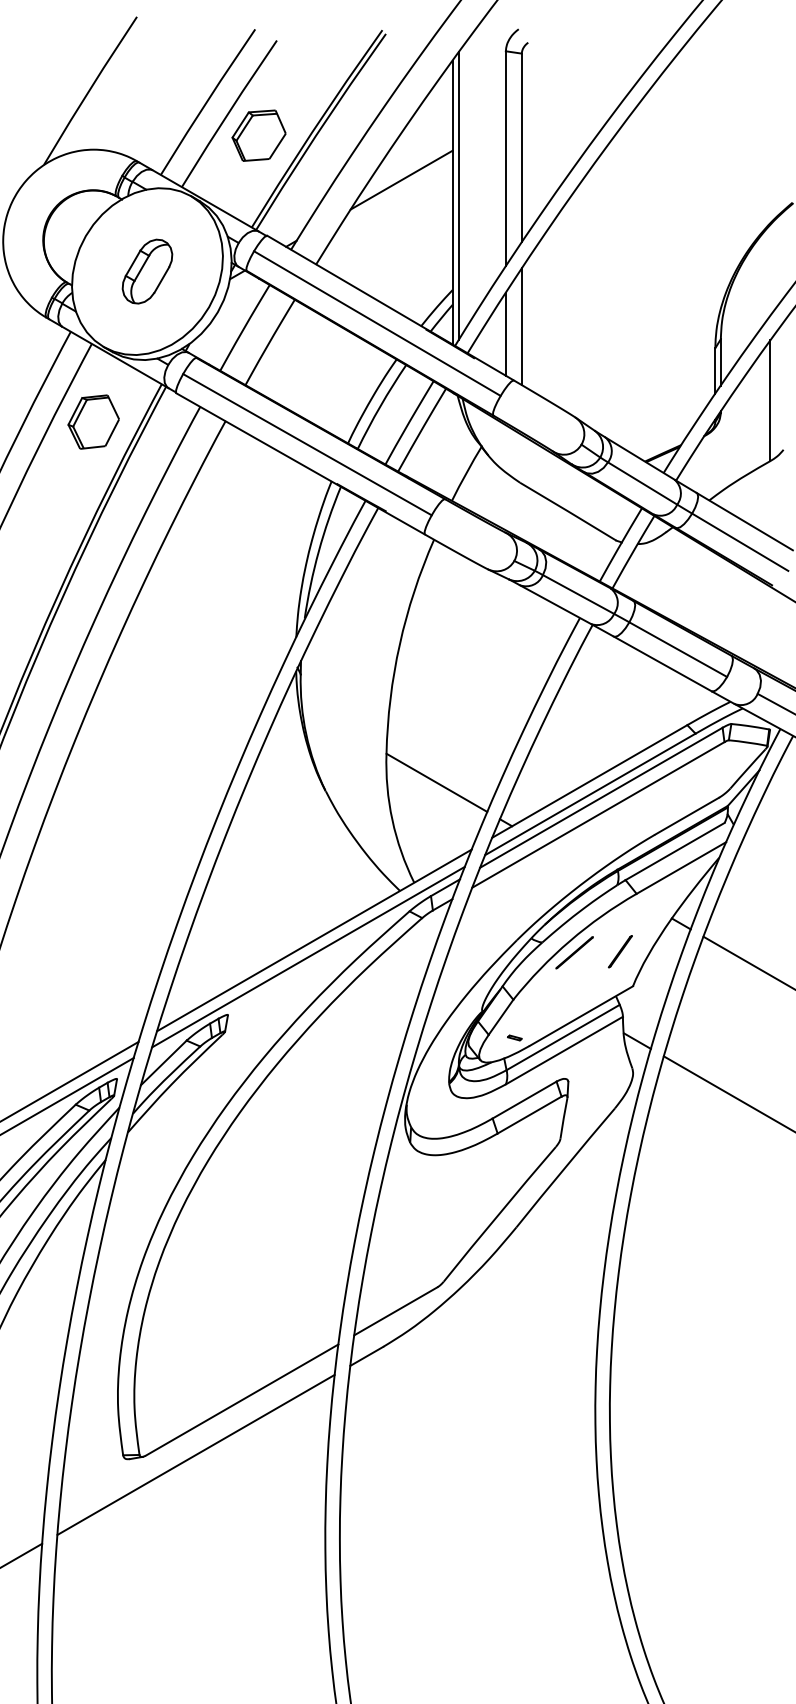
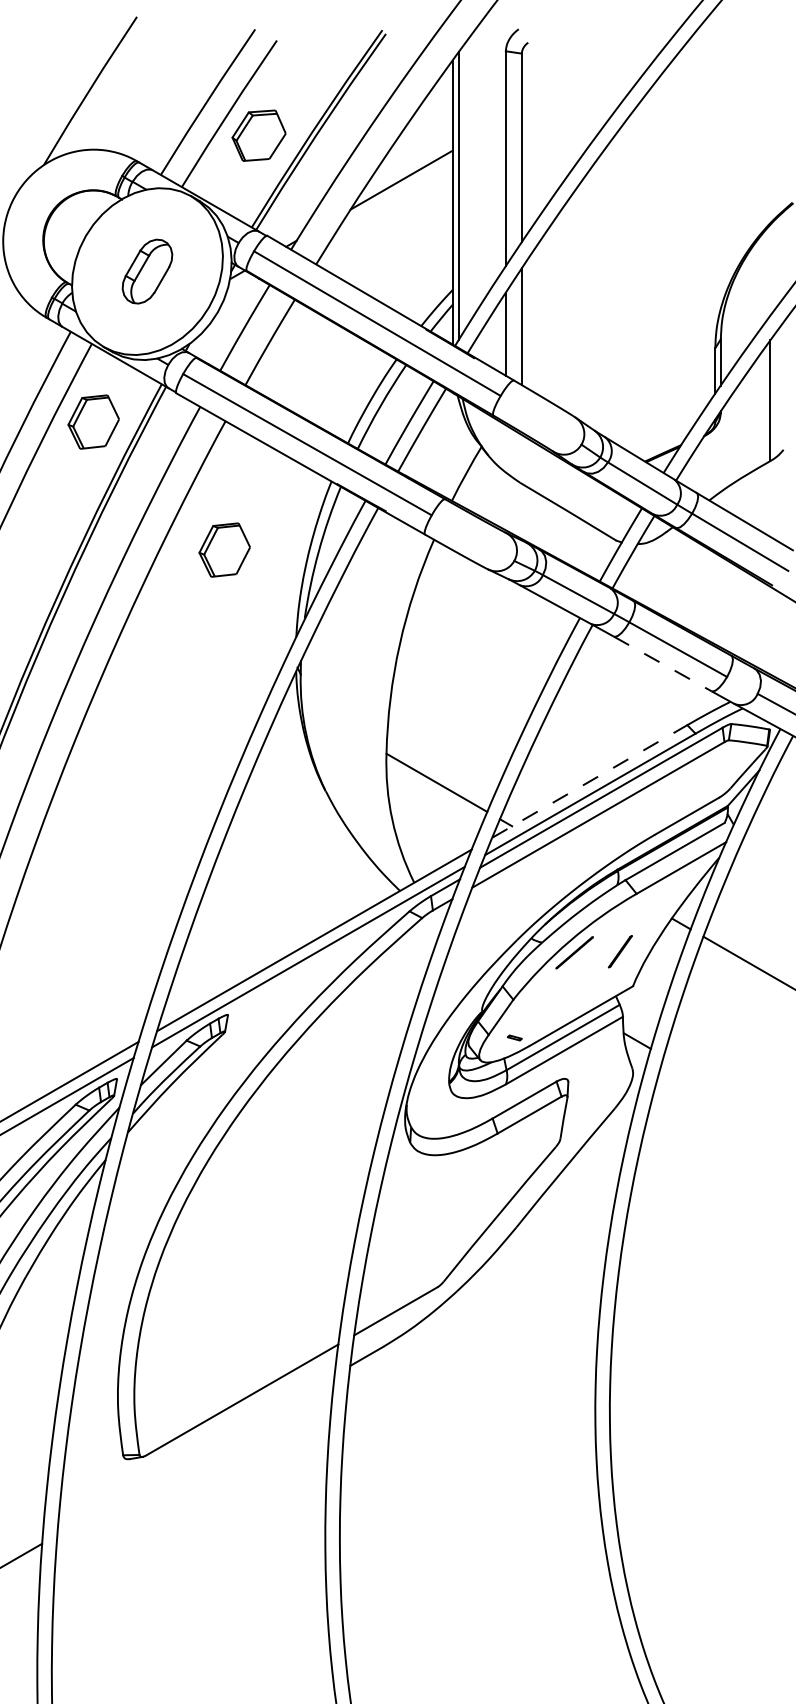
part at (224, 549): none -> present
line at (662, 663): solid -> dashed
line at (589, 781): solid -> dashed
line at (727, 1093): present -> none
line at (195, 1454): present -> none
